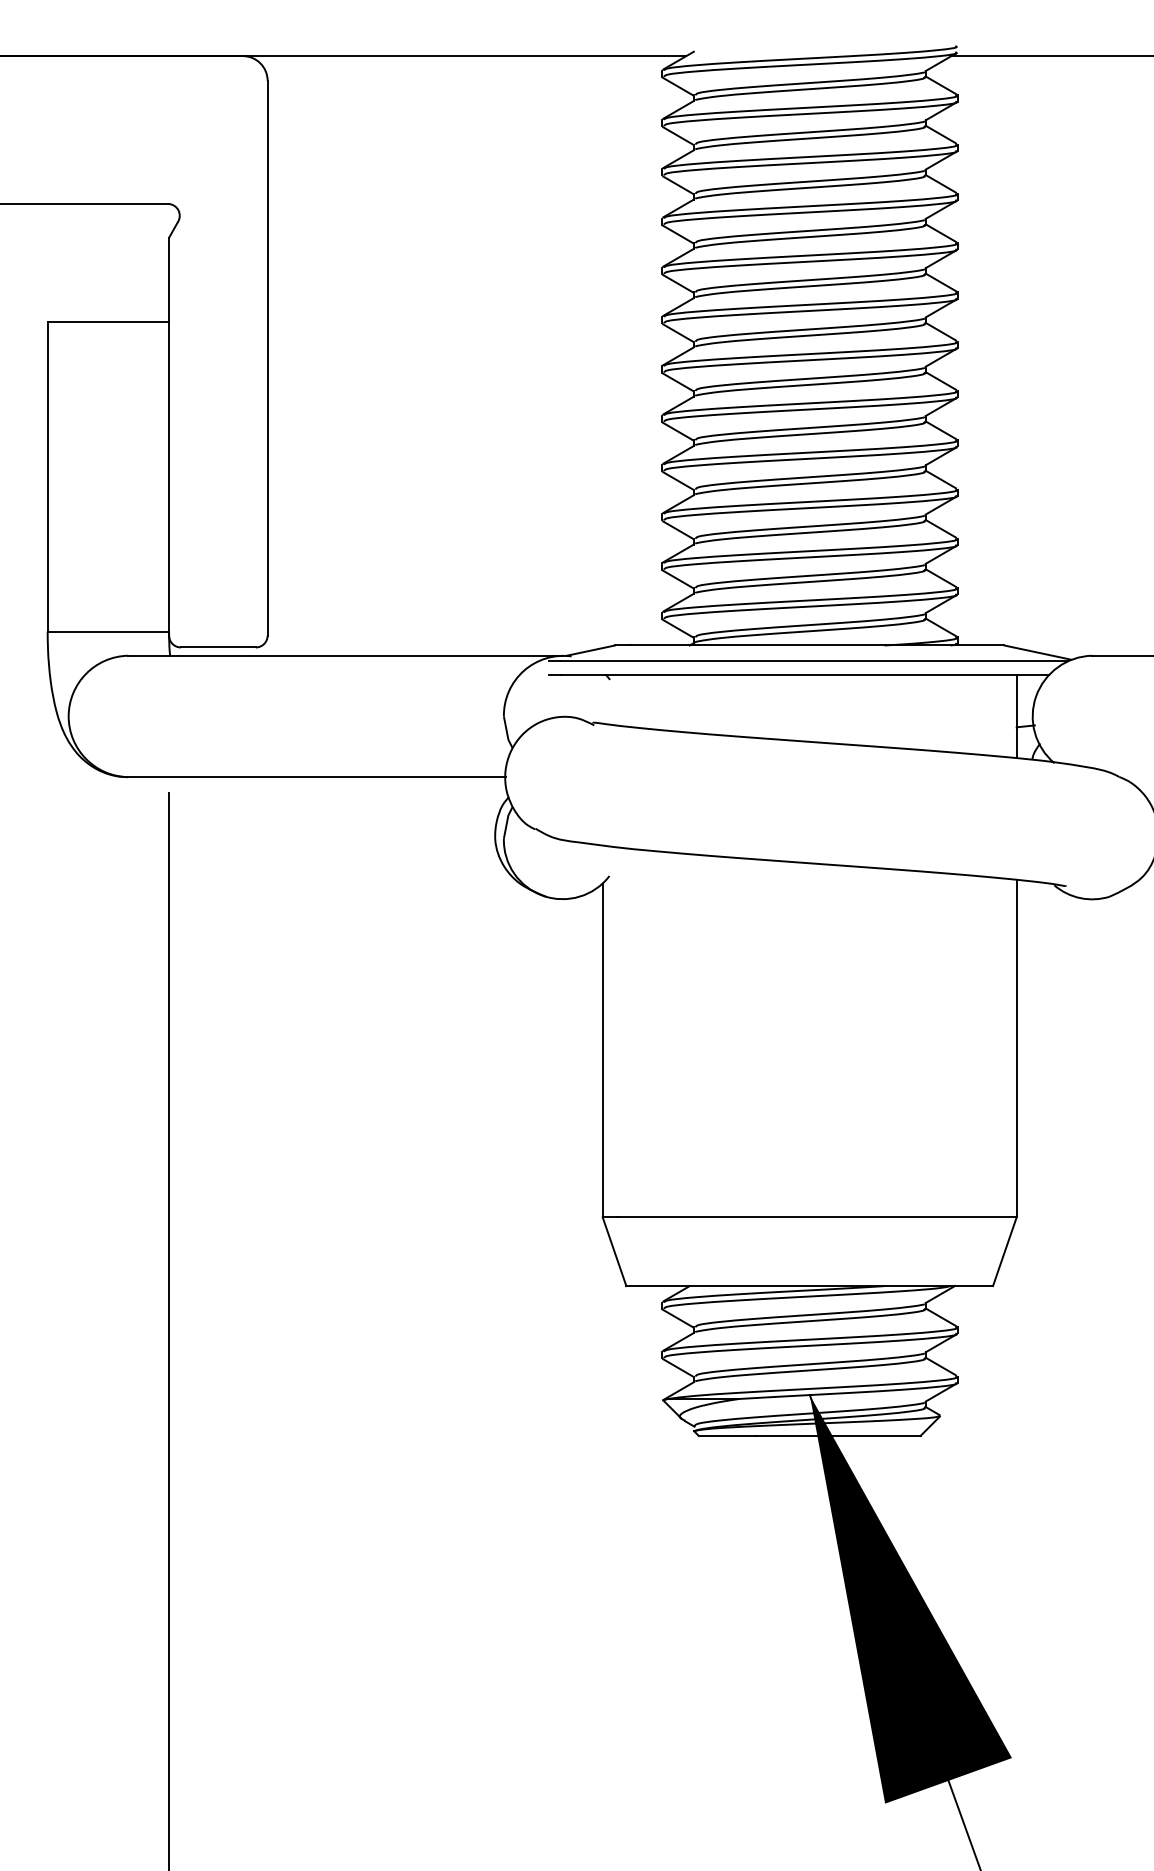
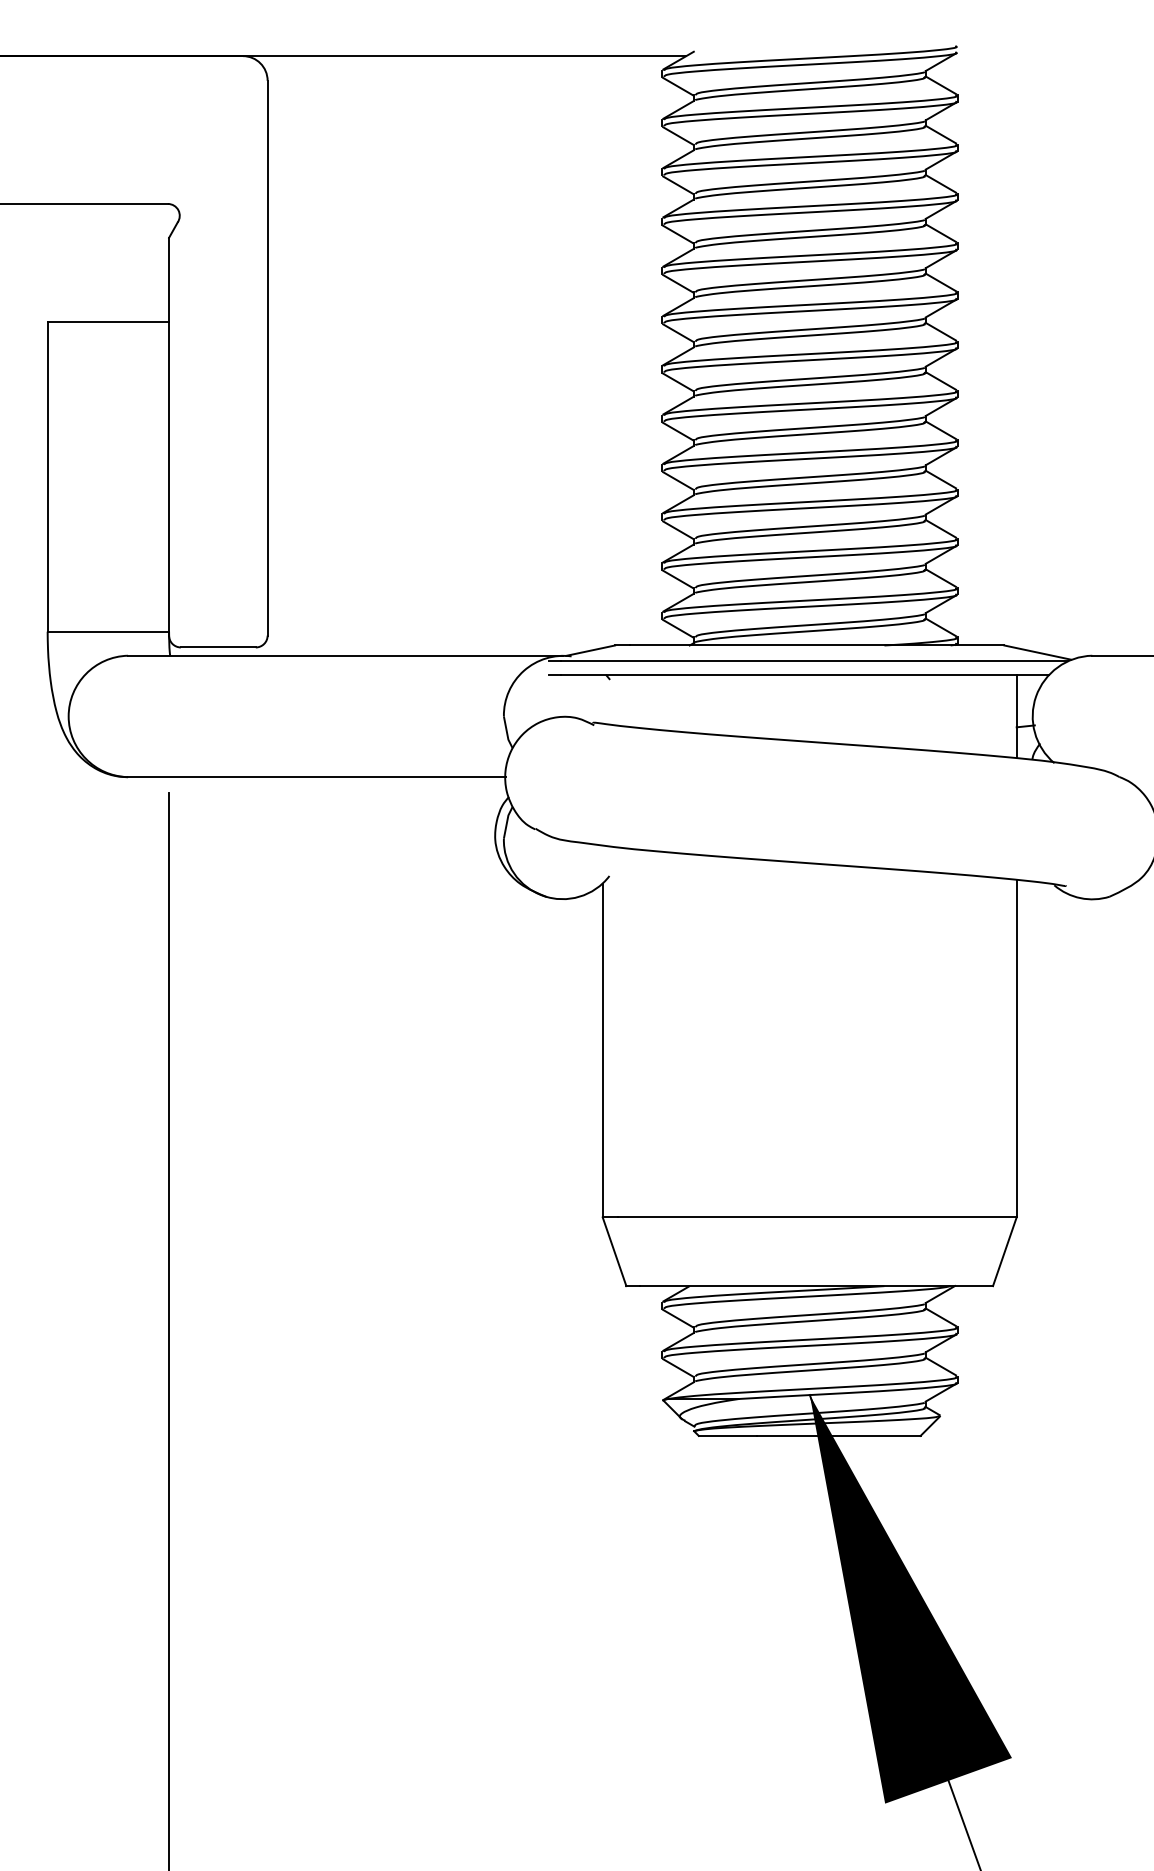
line at (1050, 56): present -> none
